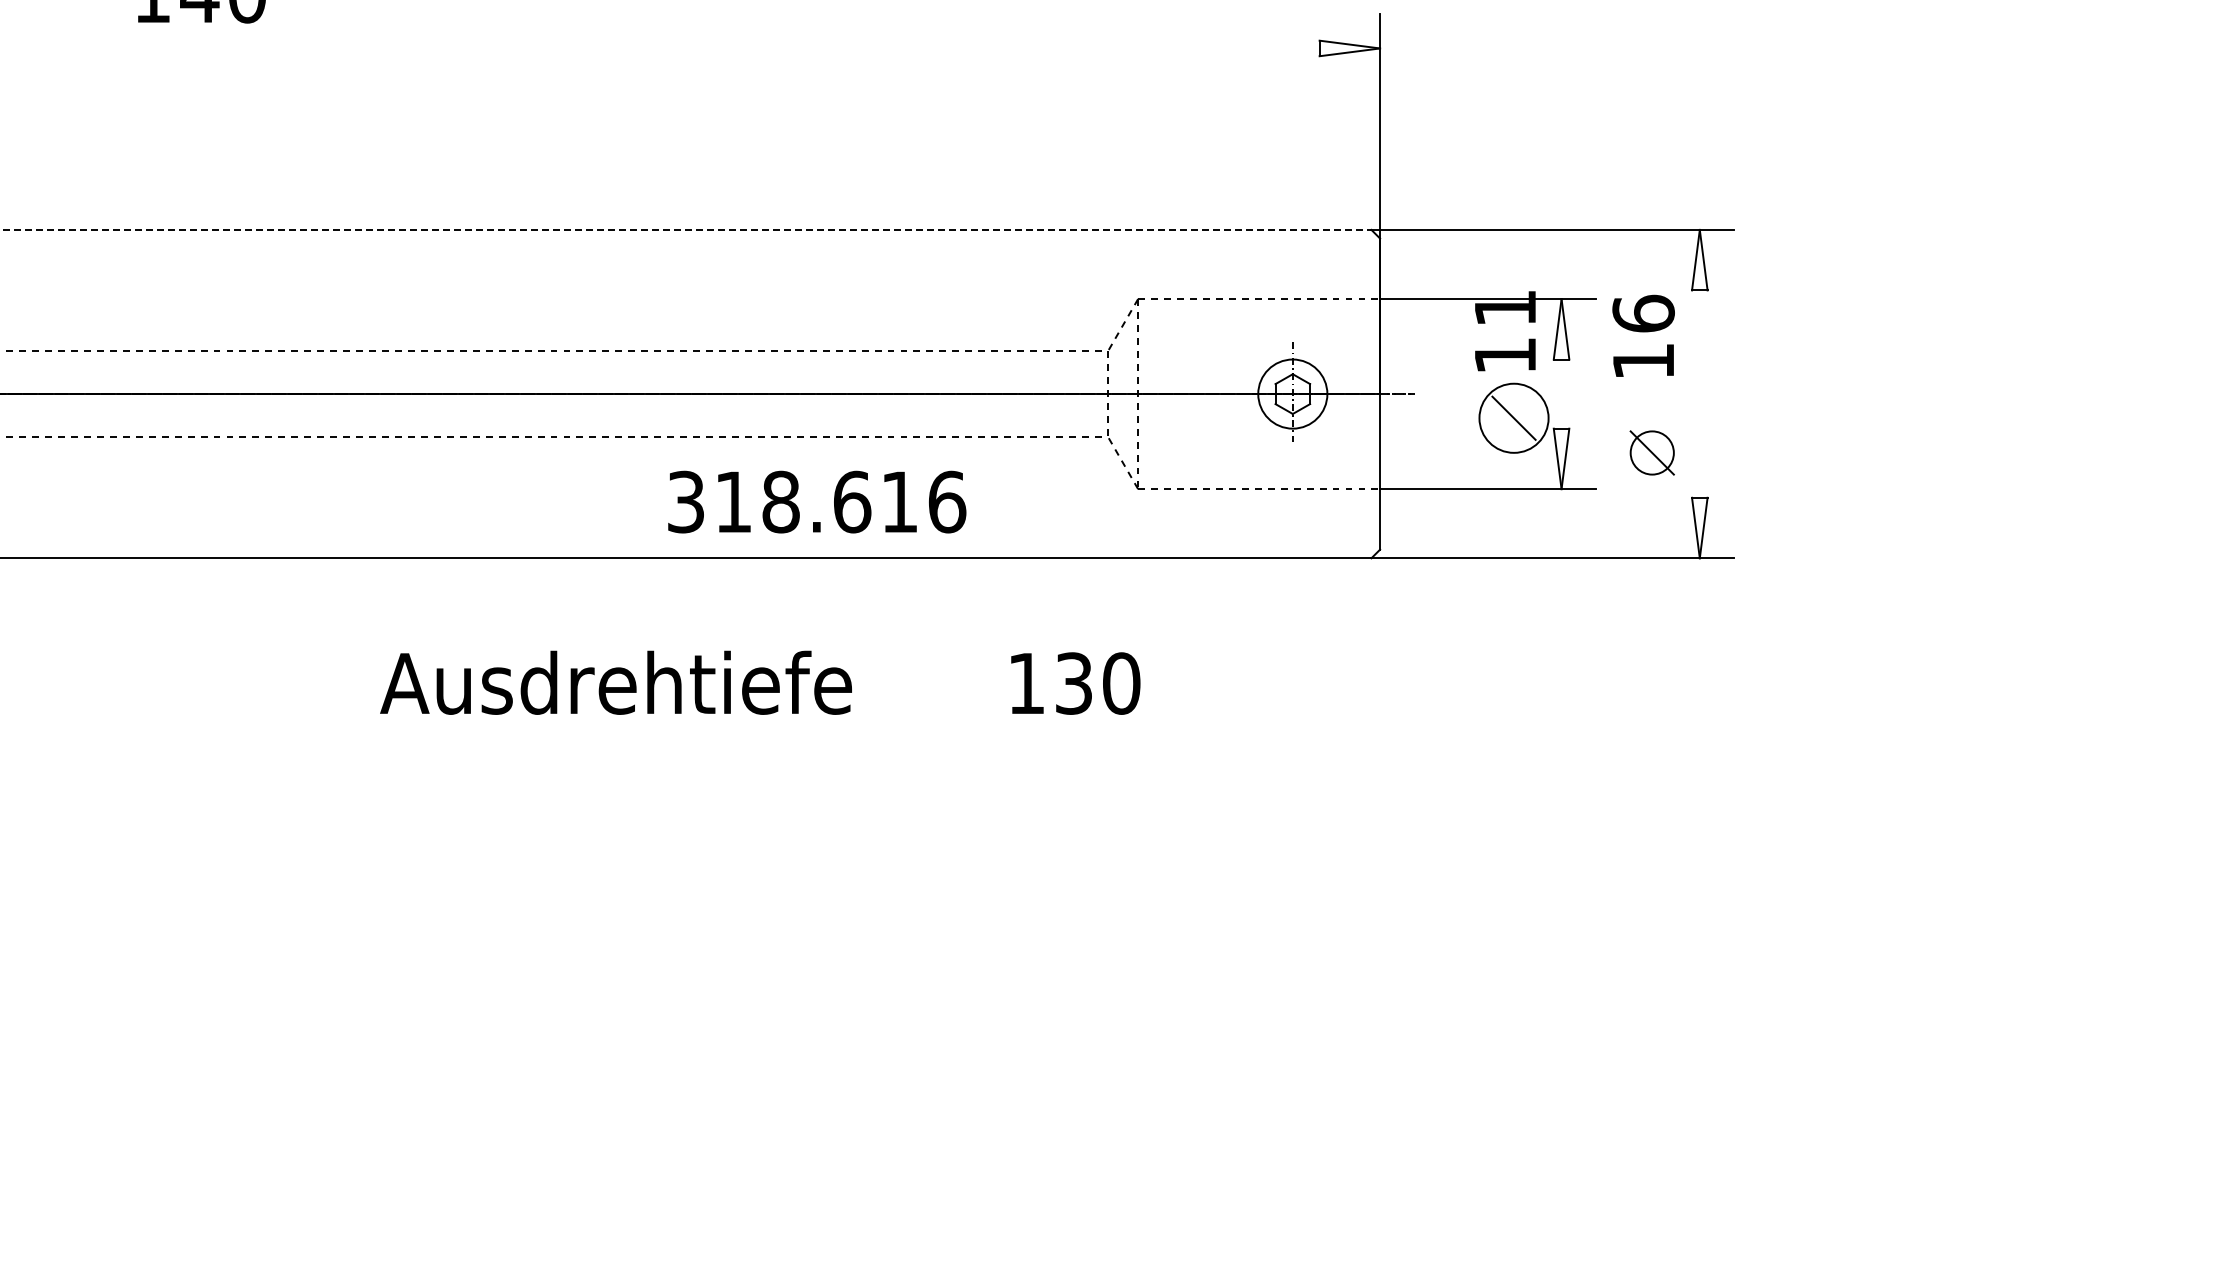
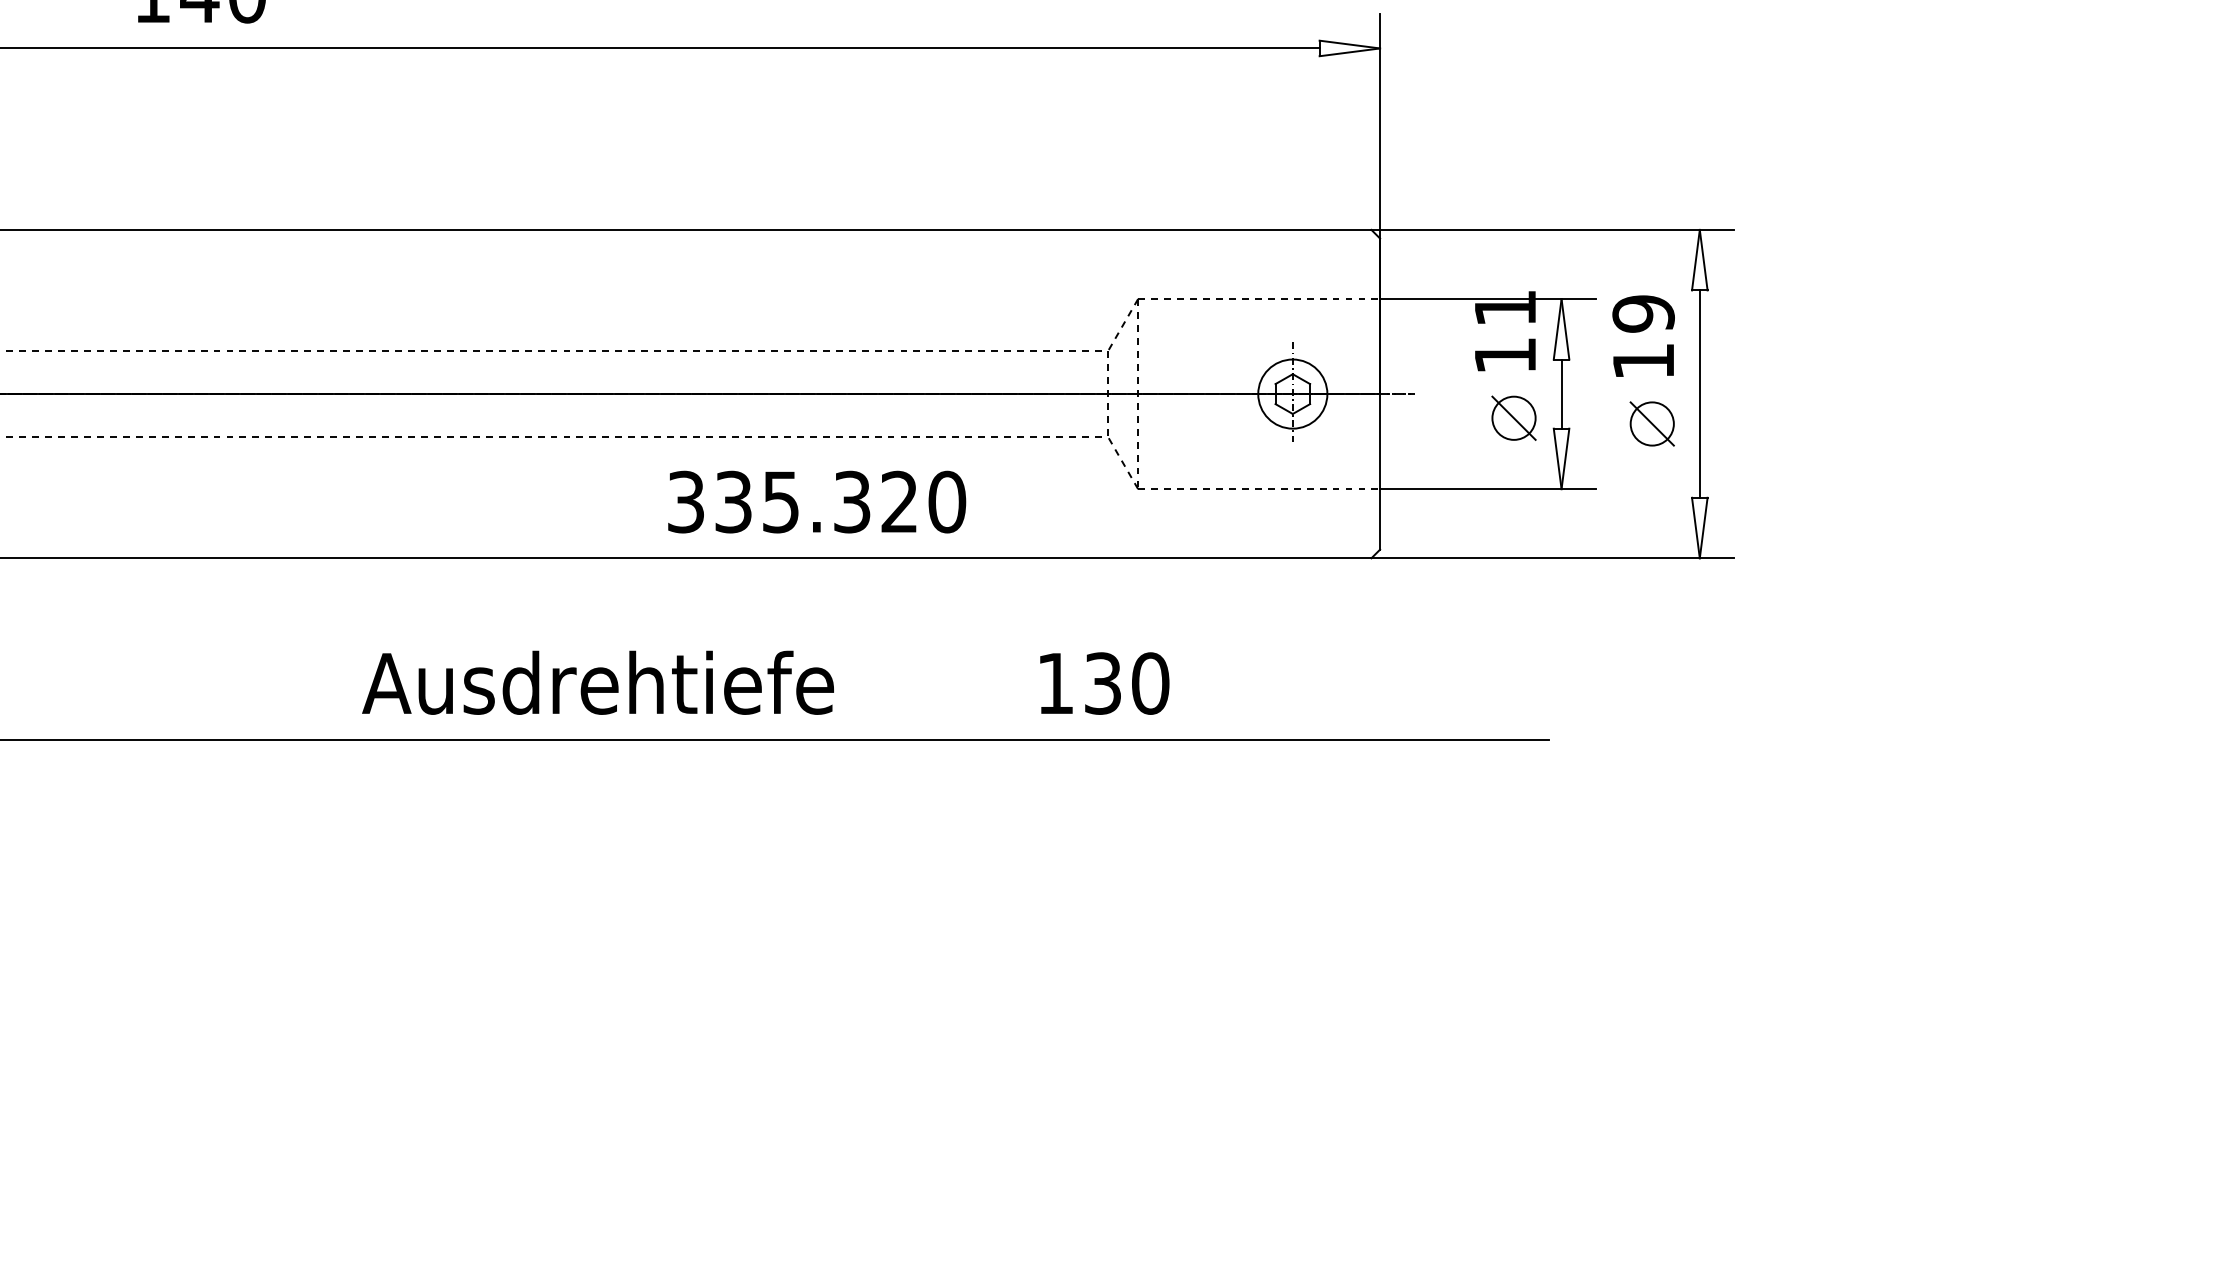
line at (660, 48): none -> present
line at (686, 229): dashed -> solid
text at (1643, 313): 16 -> 19
line at (1561, 393): none -> present
line at (1699, 393): none -> present
circle at (1513, 417) diameter: 69 px -> 43 px
part at (1651, 452) position: (1651, 452) -> (1651, 423)
text at (840, 501): 318.616 -> 335.320
text at (615, 682) position: (615, 682) -> (597, 682)
text at (1075, 683) position: (1075, 683) -> (1104, 683)
line at (775, 739): none -> present
